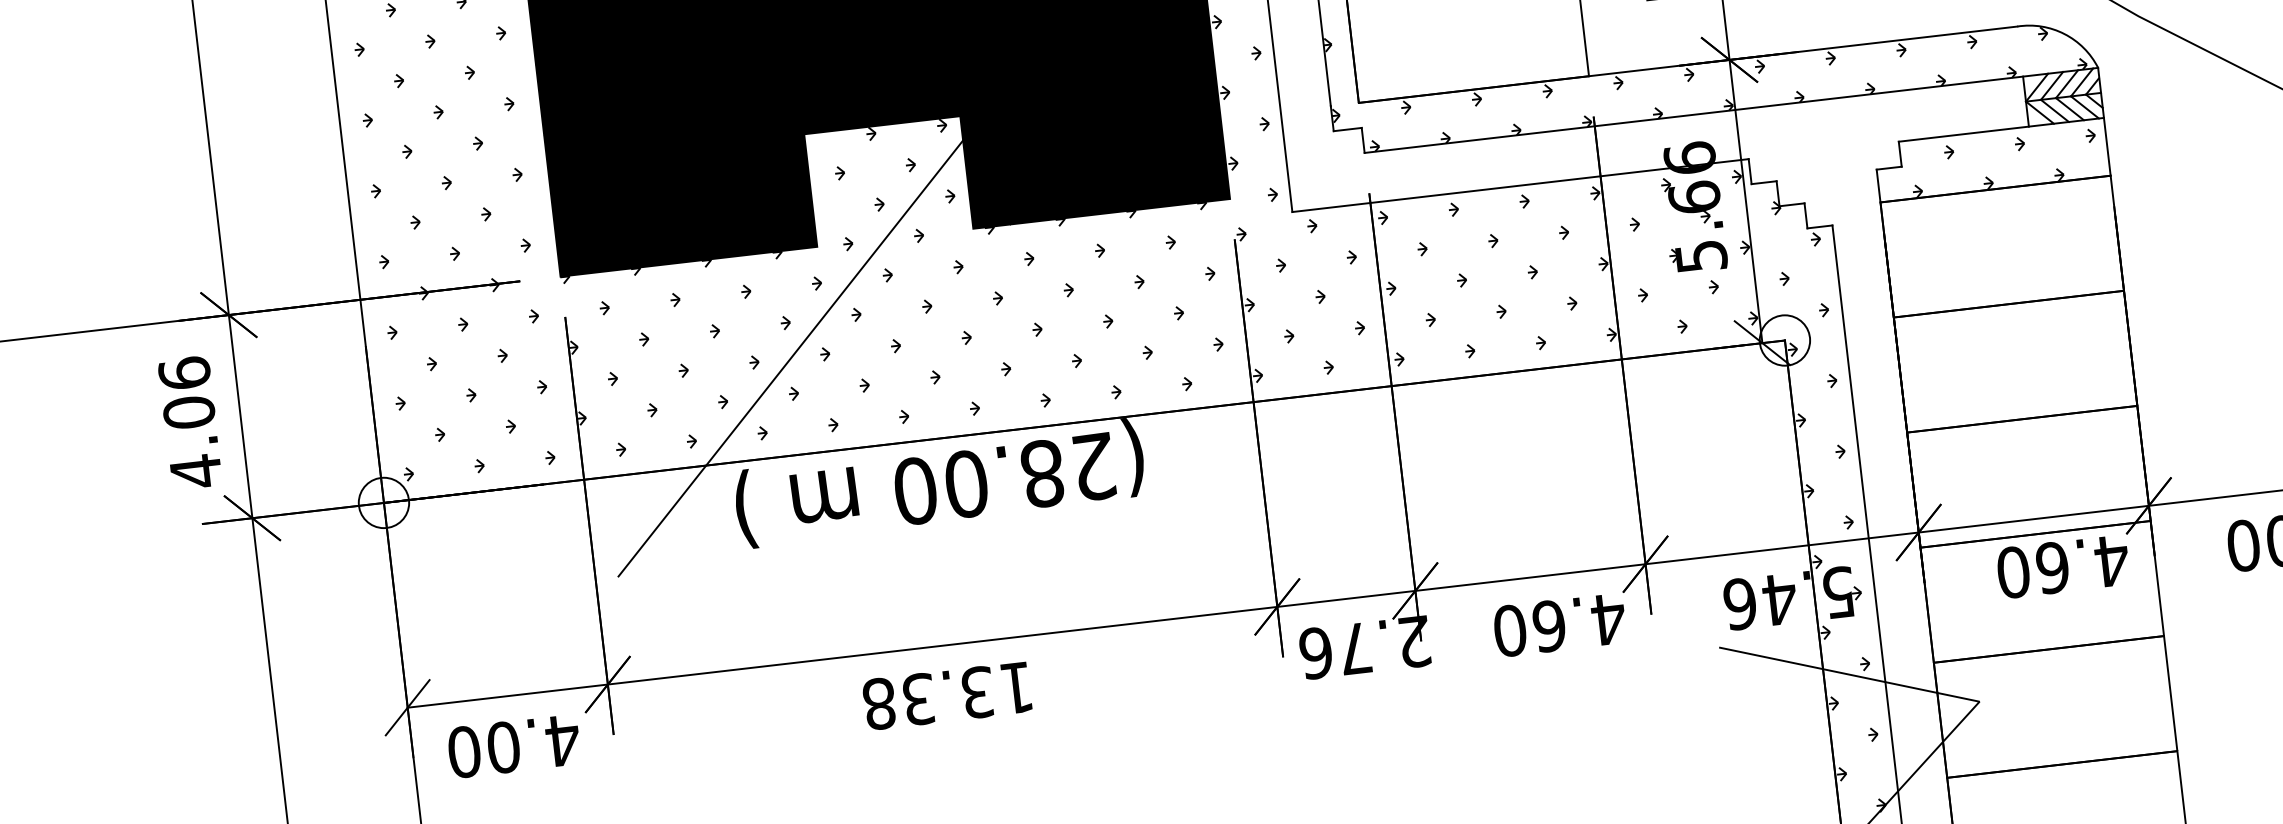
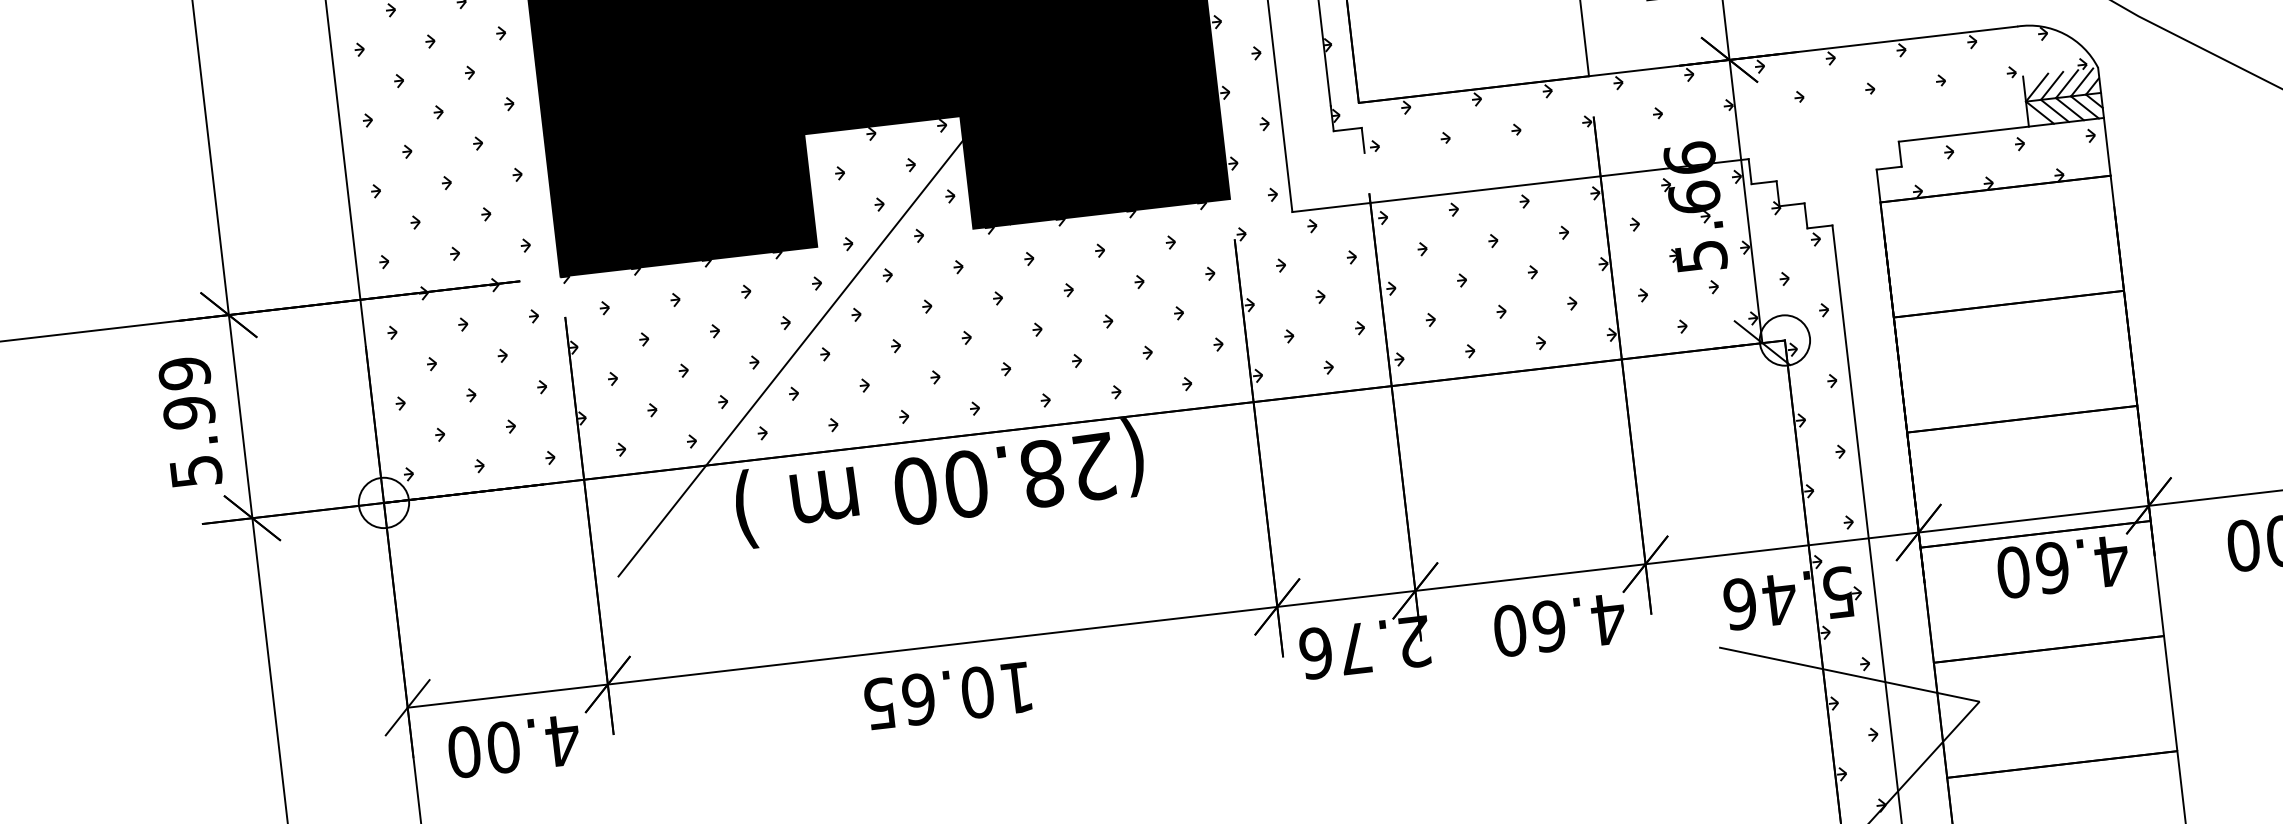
line at (1731, 109): present -> none
text at (190, 421): 4.06 -> 5.99
text at (928, 698): 13.38 -> 10.65
